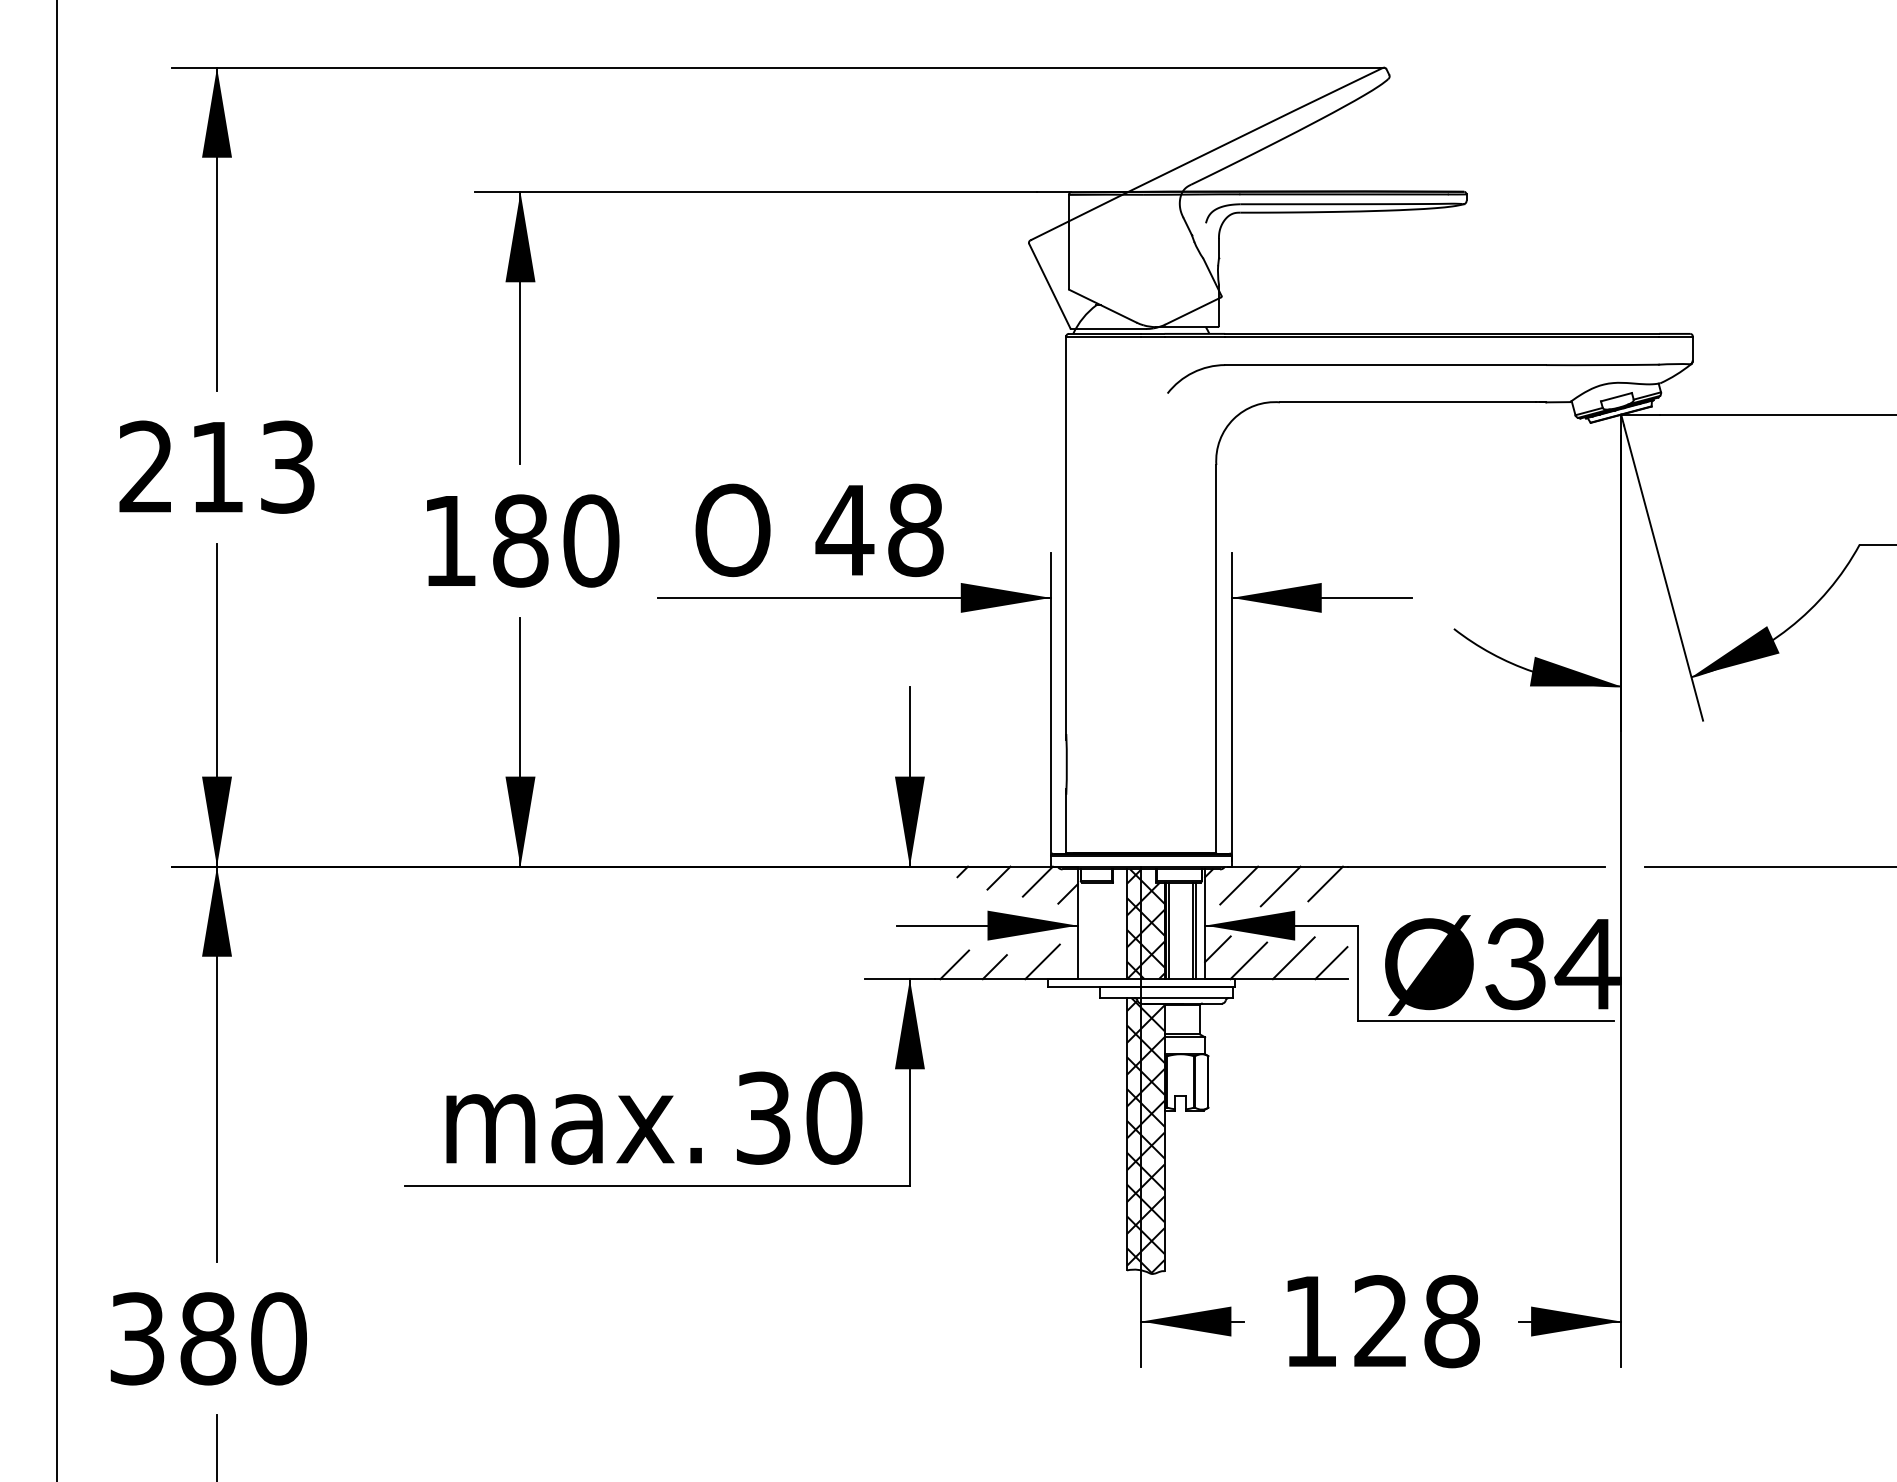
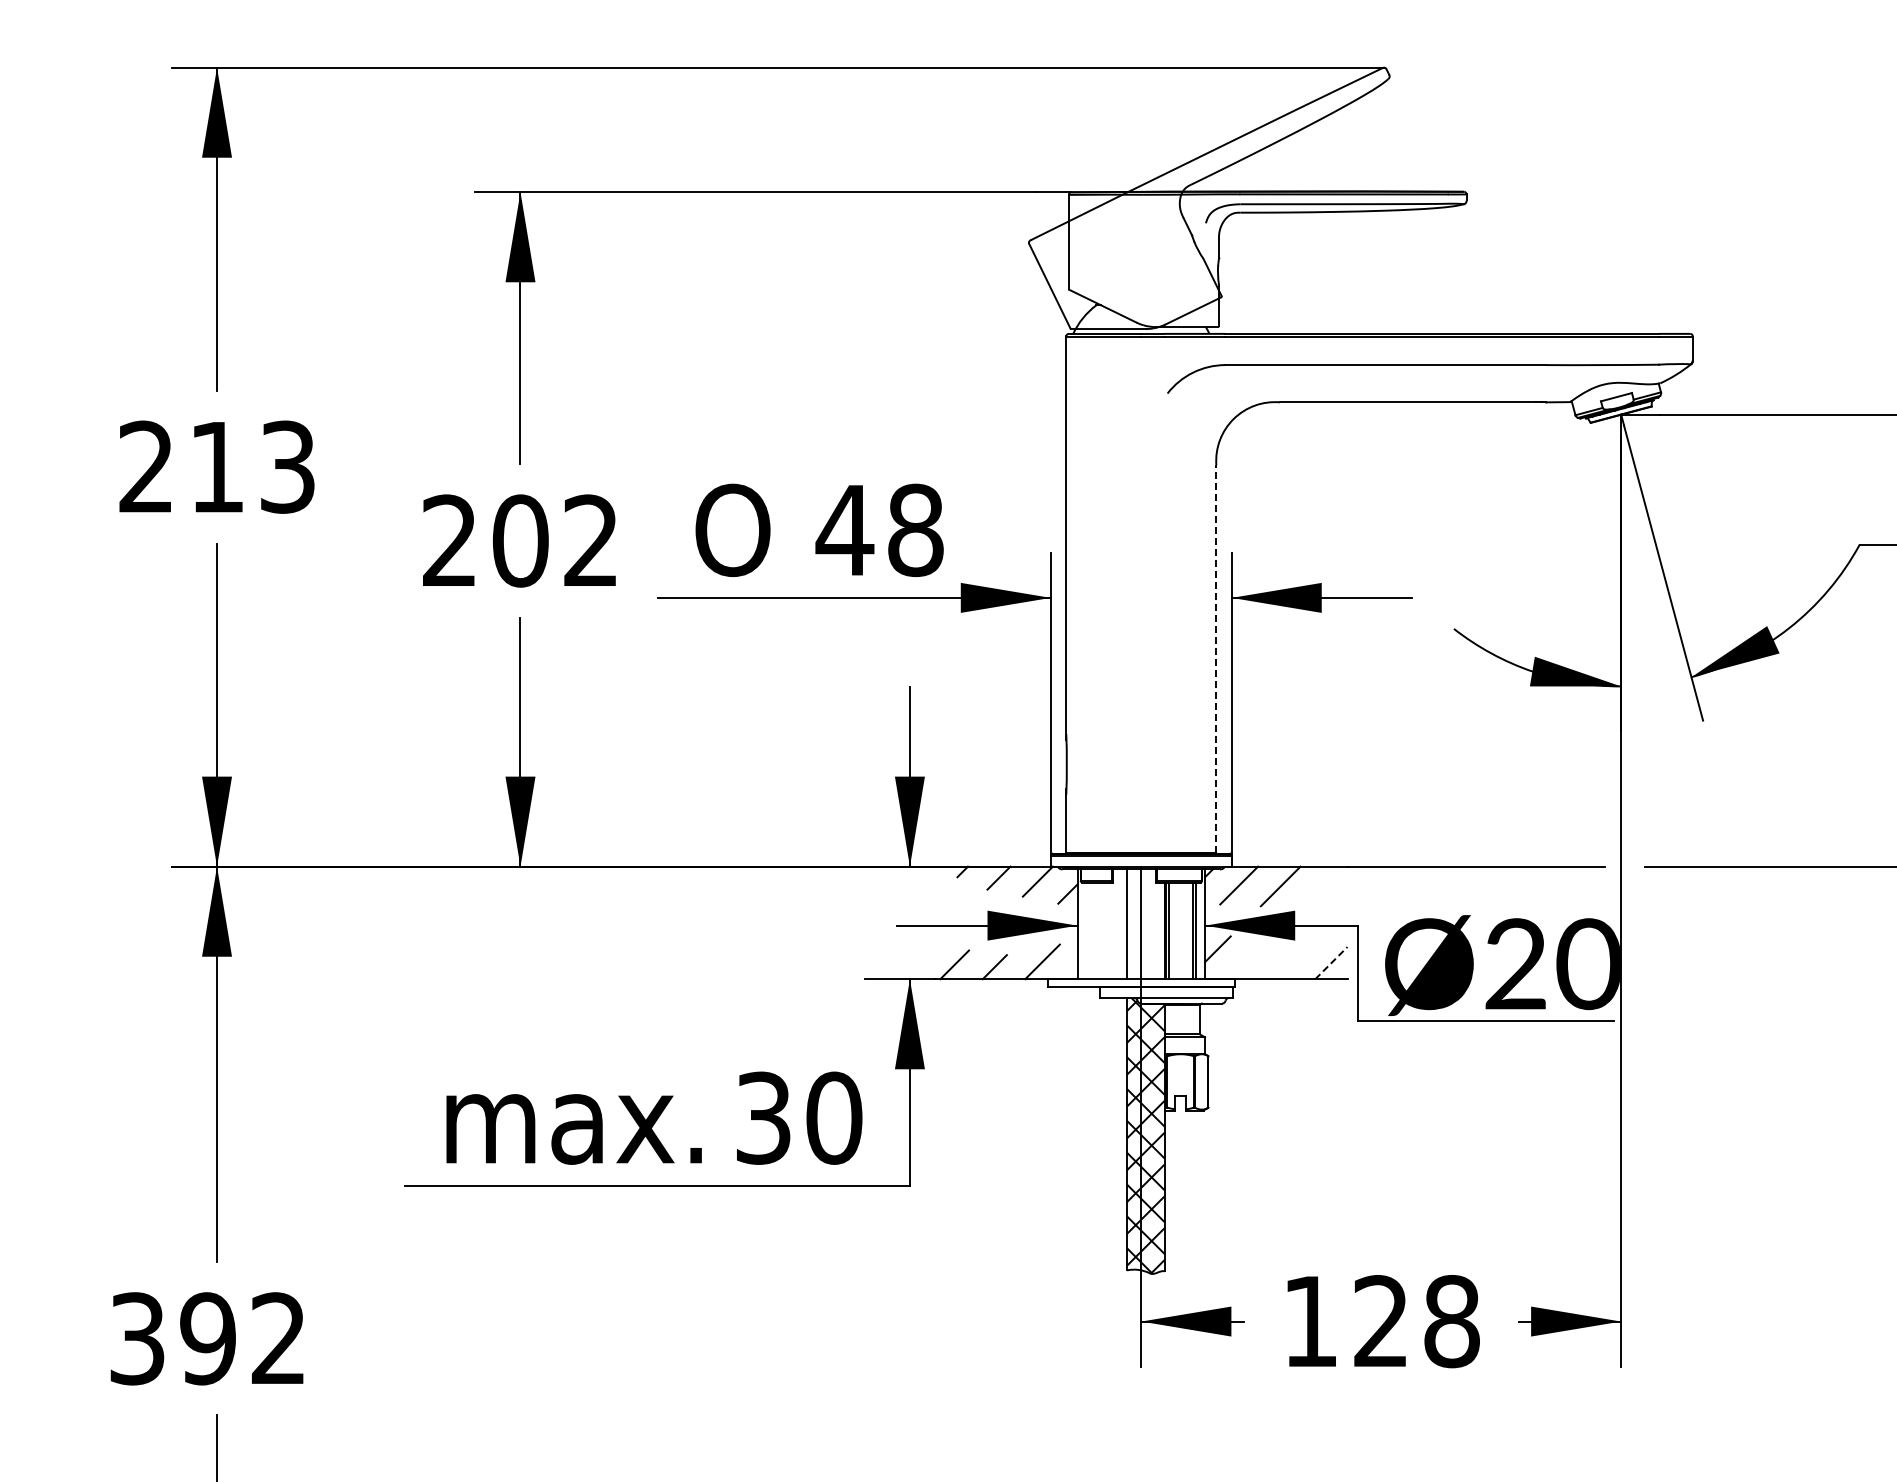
text at (521, 540): 180 -> 202
line at (1216, 658): solid -> dashed
line at (56, 740): present -> none
line at (1325, 883): present -> none
hatch at (1145, 924): present -> none
line at (1293, 958): present -> none
line at (1248, 960): present -> none
line at (1331, 963): solid -> dashed
text at (1552, 964): Ø34 -> Ø20
text at (243, 1338): 380 -> 392
